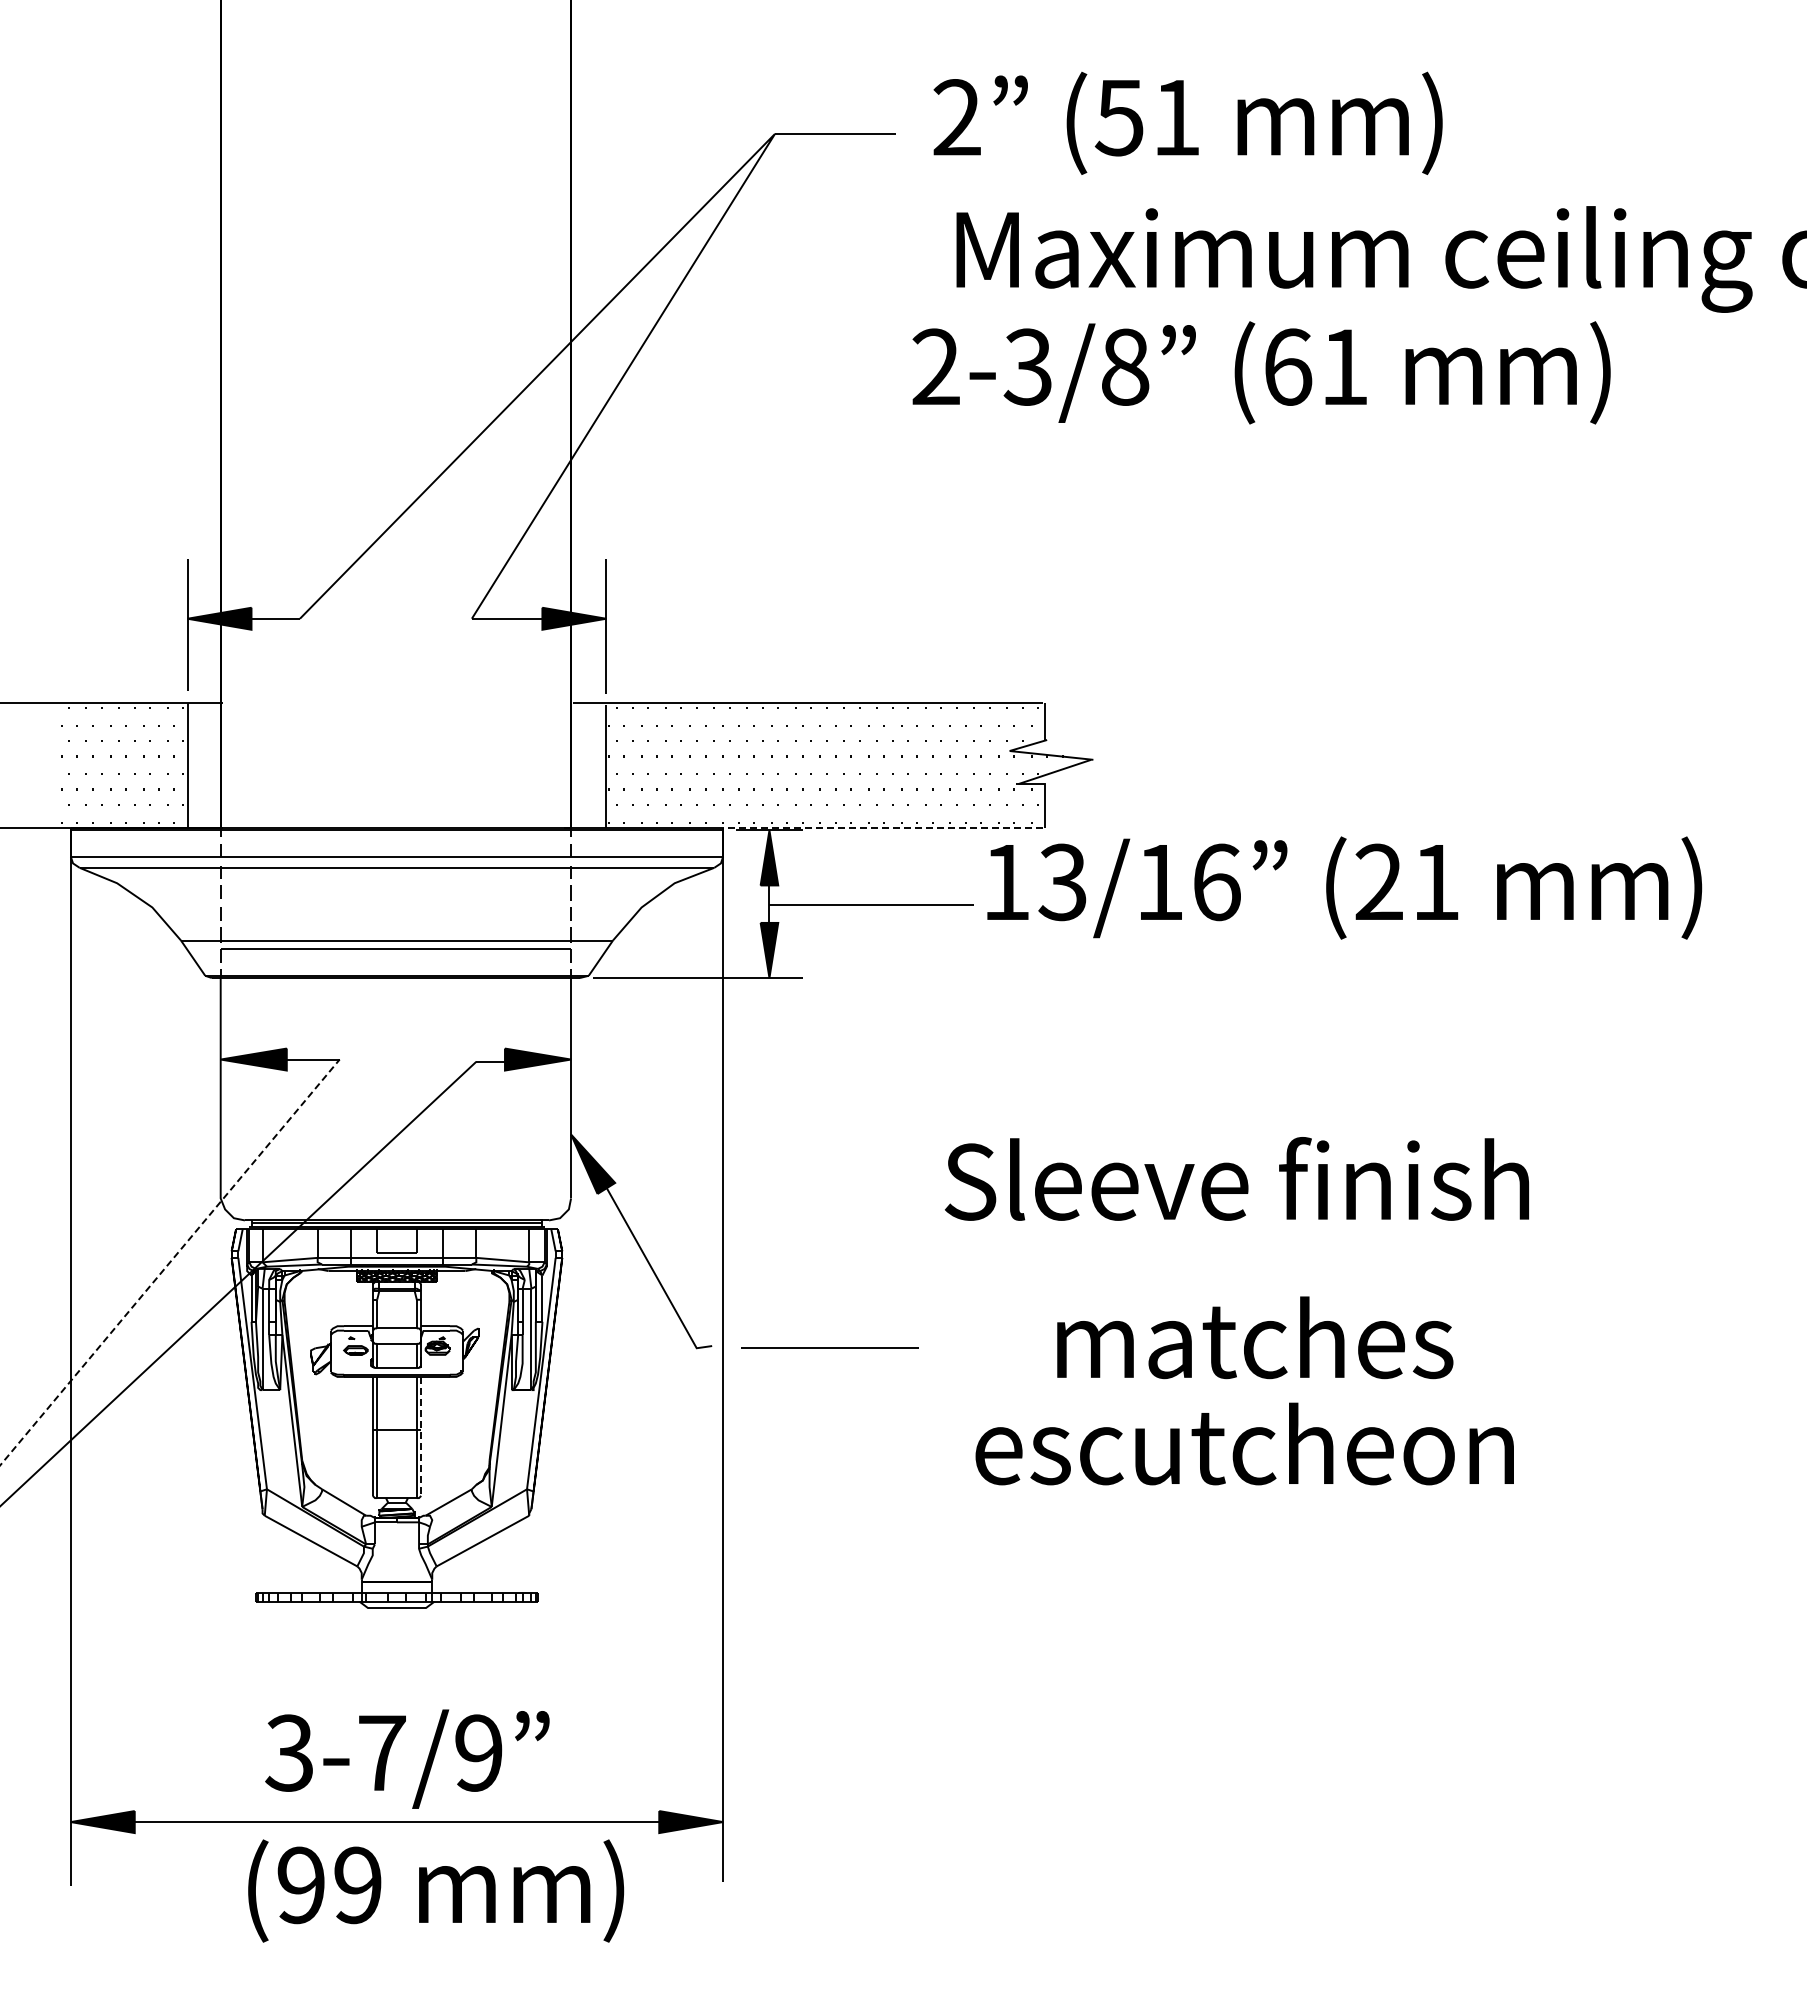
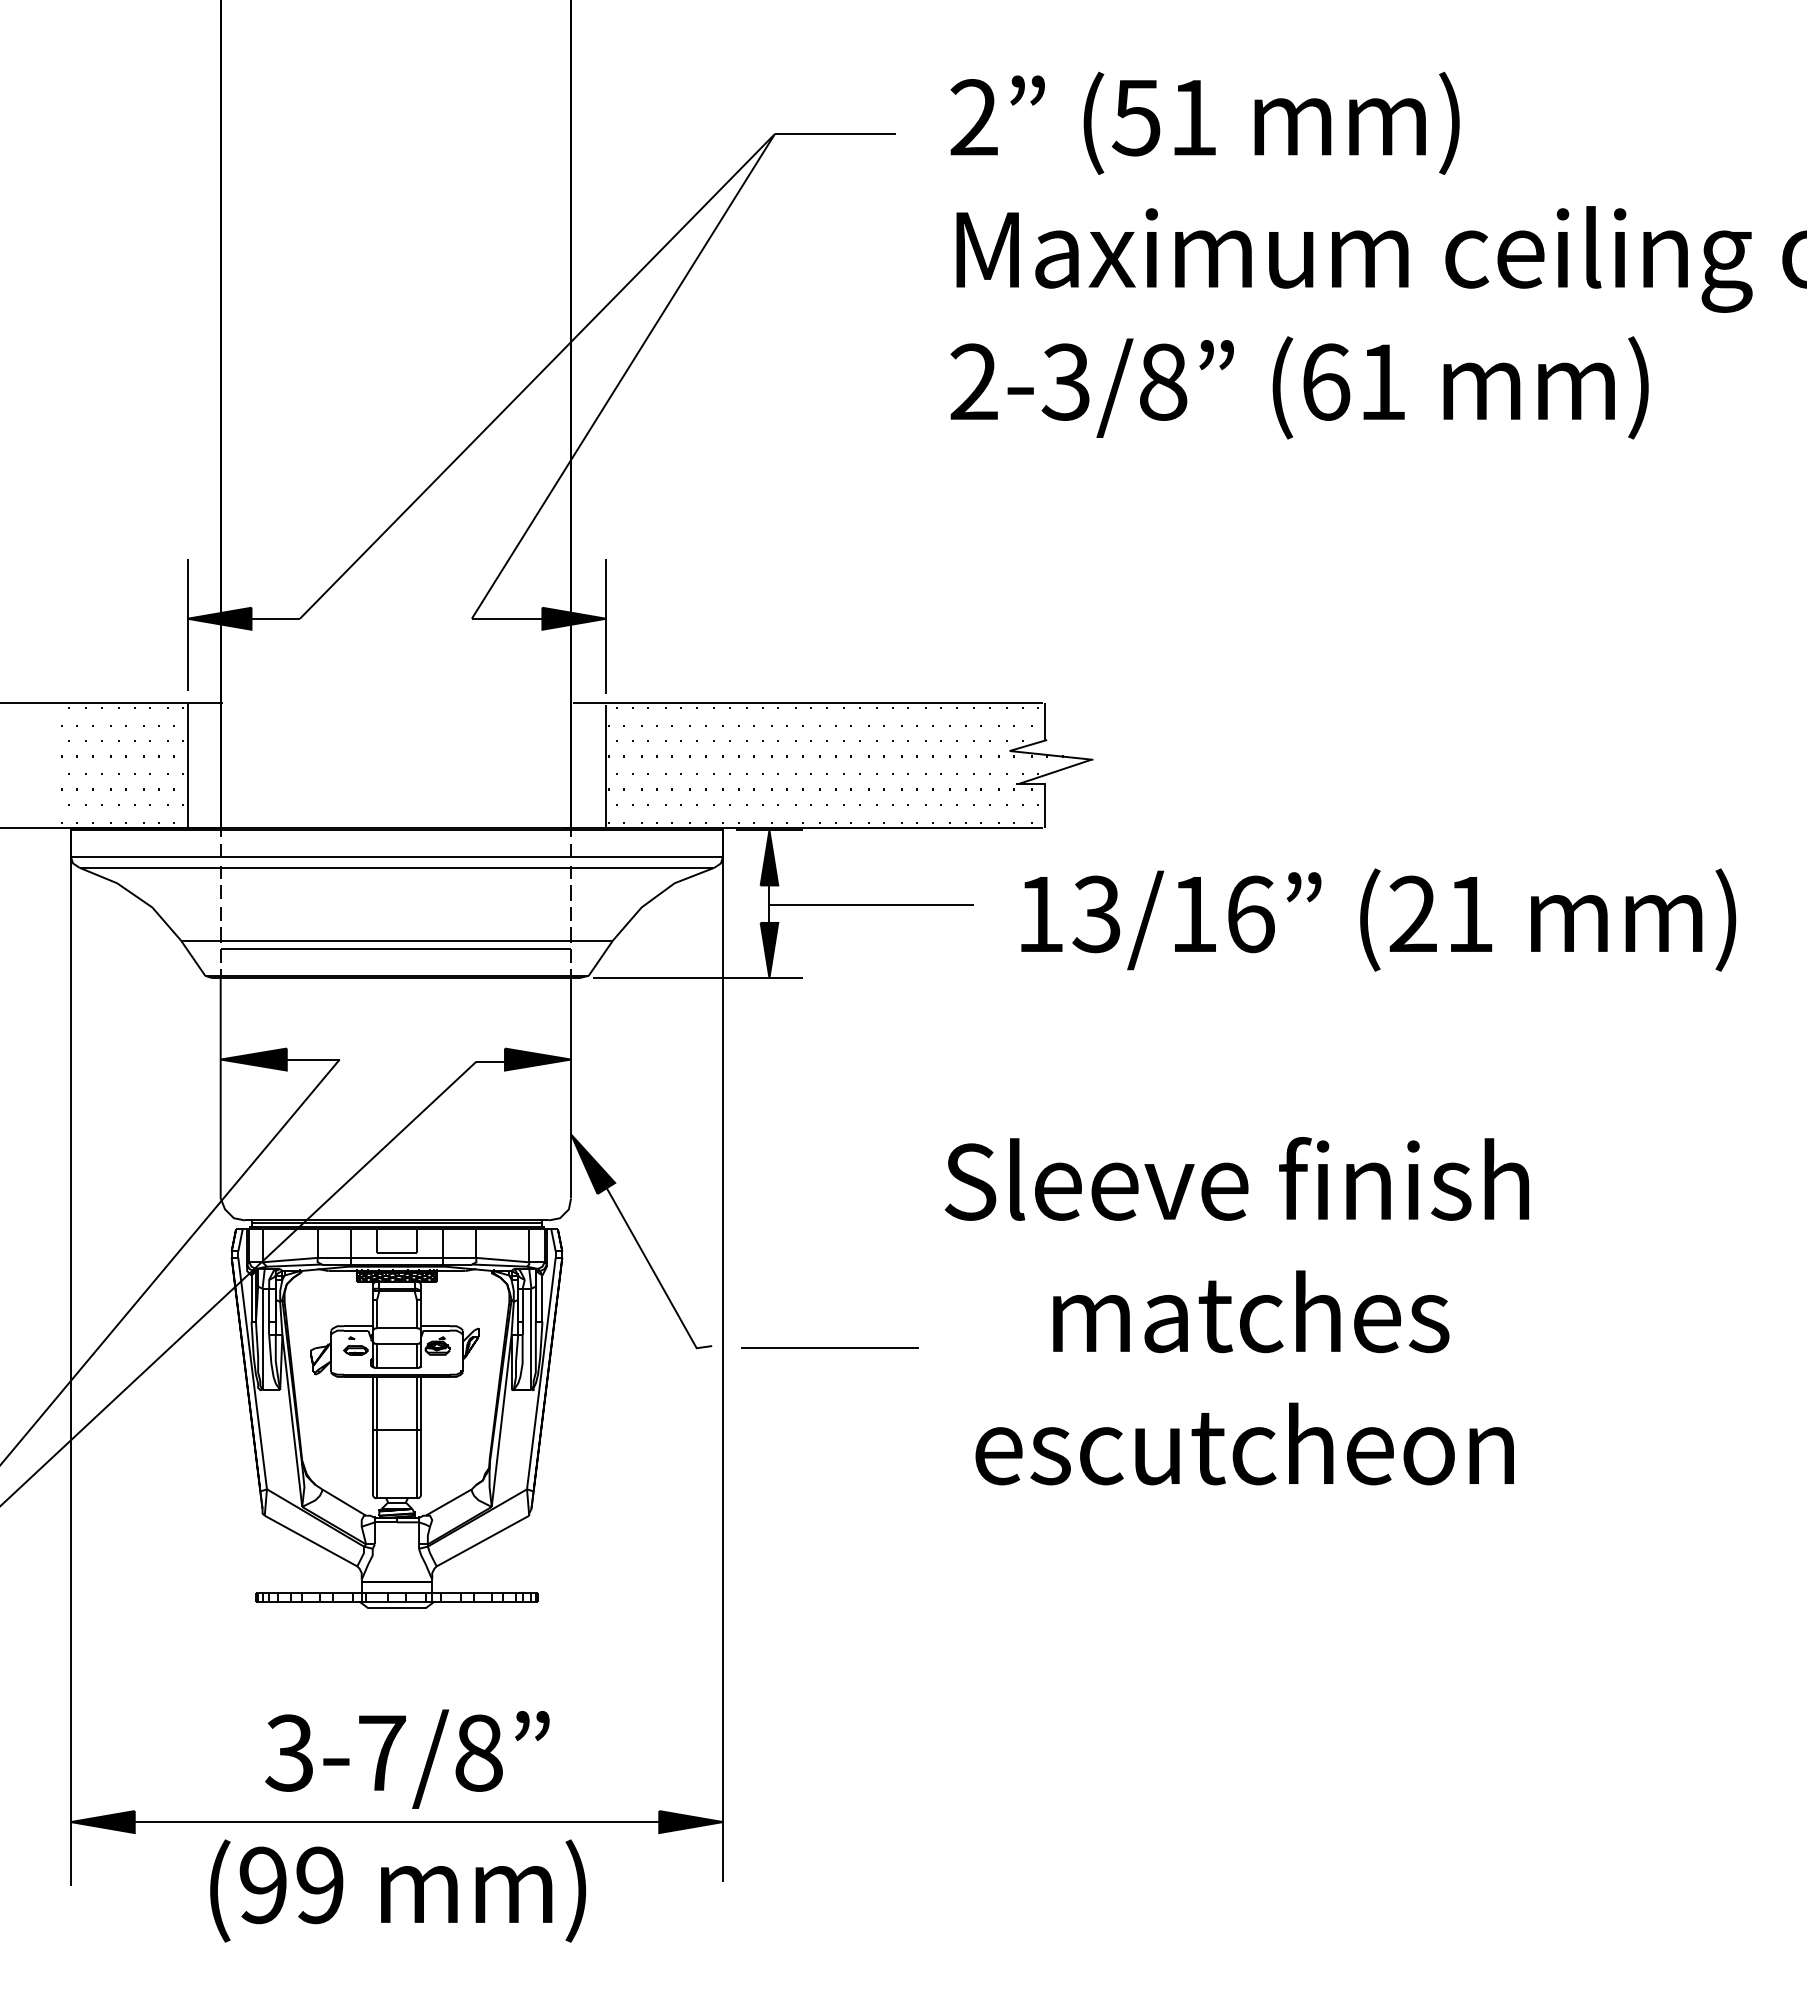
text at (1187, 122) position: (1187, 122) -> (1204, 122)
text at (1261, 372) position: (1261, 372) -> (1299, 387)
line at (882, 828): dashed -> solid
text at (1344, 887) position: (1344, 887) -> (1378, 919)
line at (170, 1262): dashed -> solid
text at (1255, 1337) position: (1255, 1337) -> (1251, 1311)
line at (421, 1436): dashed -> solid
text at (478, 1752): 3-7/9 -> 3-7/8
text at (436, 1890) position: (436, 1890) -> (398, 1890)
